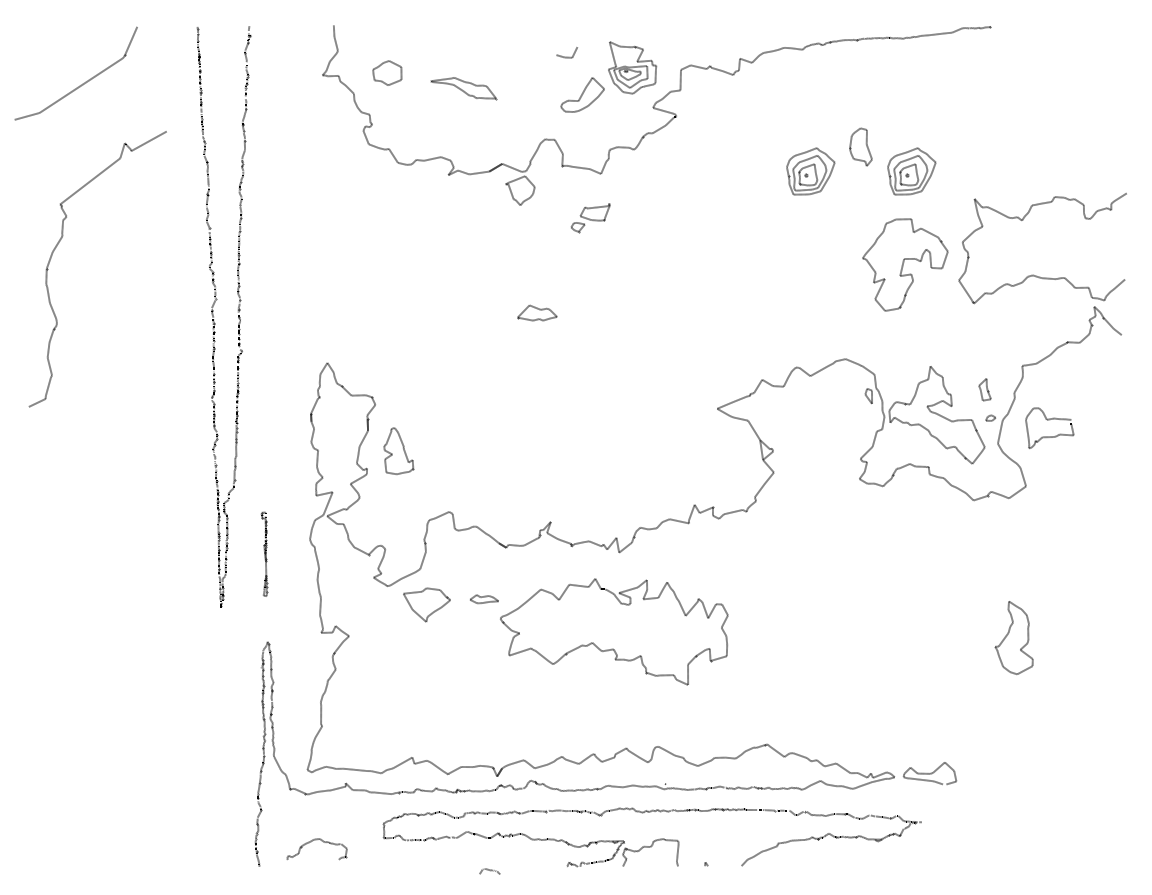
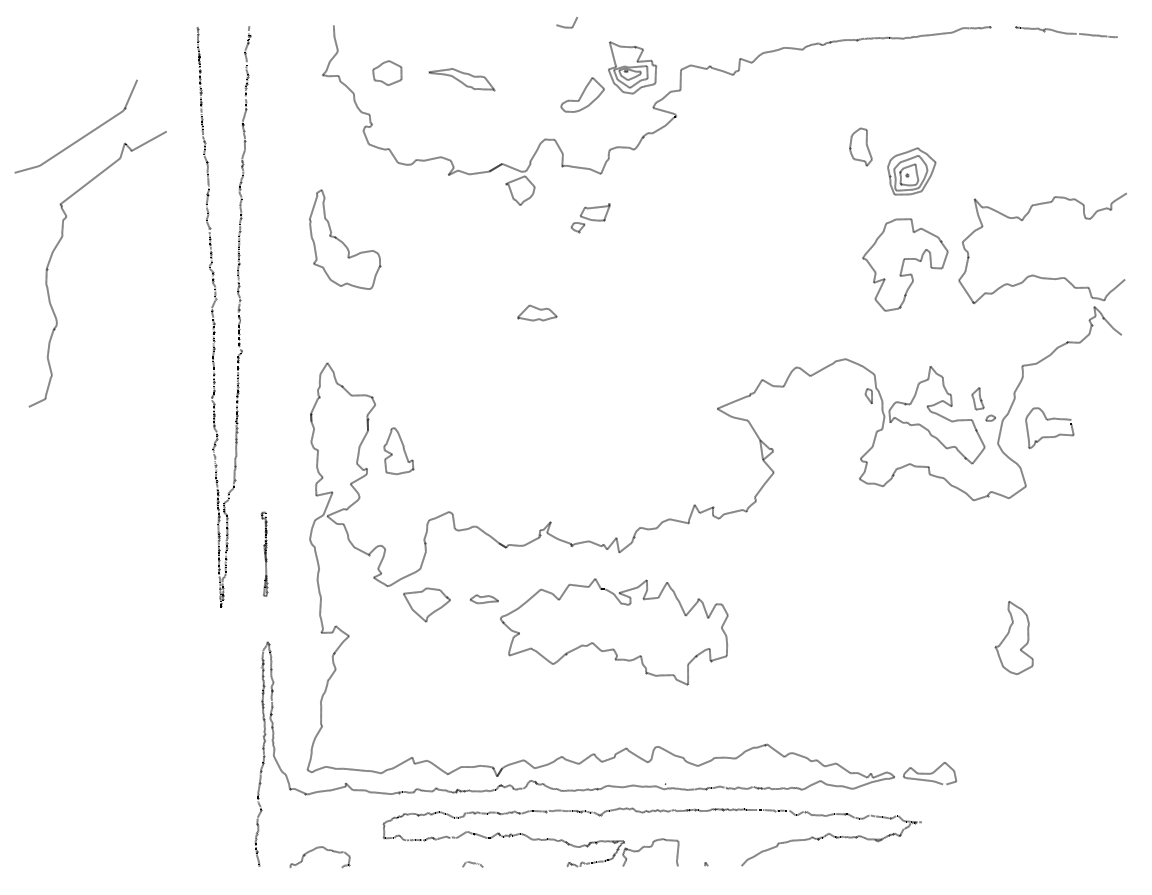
curve at (1066, 32): none -> present
line at (566, 56) position: (566, 56) -> (566, 26)
curve at (82, 83) position: (82, 83) -> (82, 136)
part at (463, 88) position: (463, 88) -> (461, 79)
part at (810, 171): present -> none
part at (345, 239): none -> present
part at (984, 389) position: (984, 389) -> (977, 398)
curve at (311, 842) position: (311, 842) -> (314, 850)
curve at (489, 870) position: (489, 870) -> (472, 863)
